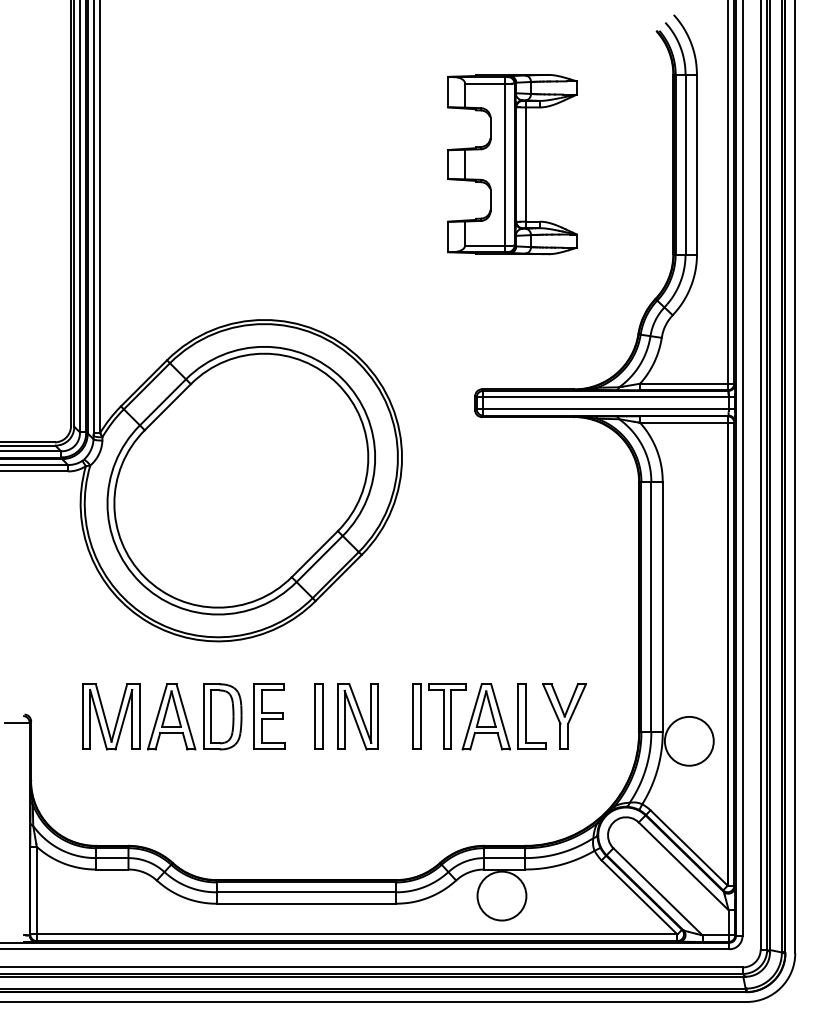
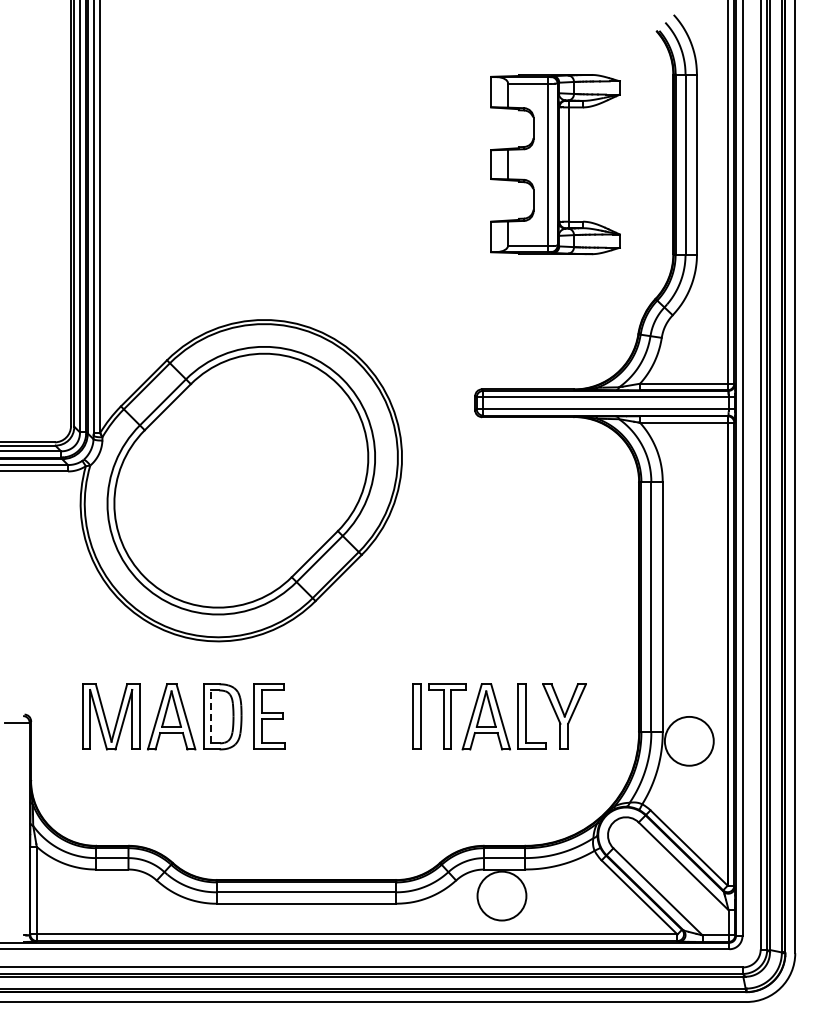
part at (512, 164) position: (512, 164) -> (555, 164)
line at (211, 716): solid -> dashed
part at (318, 716): present -> none
part at (357, 716): present -> none
